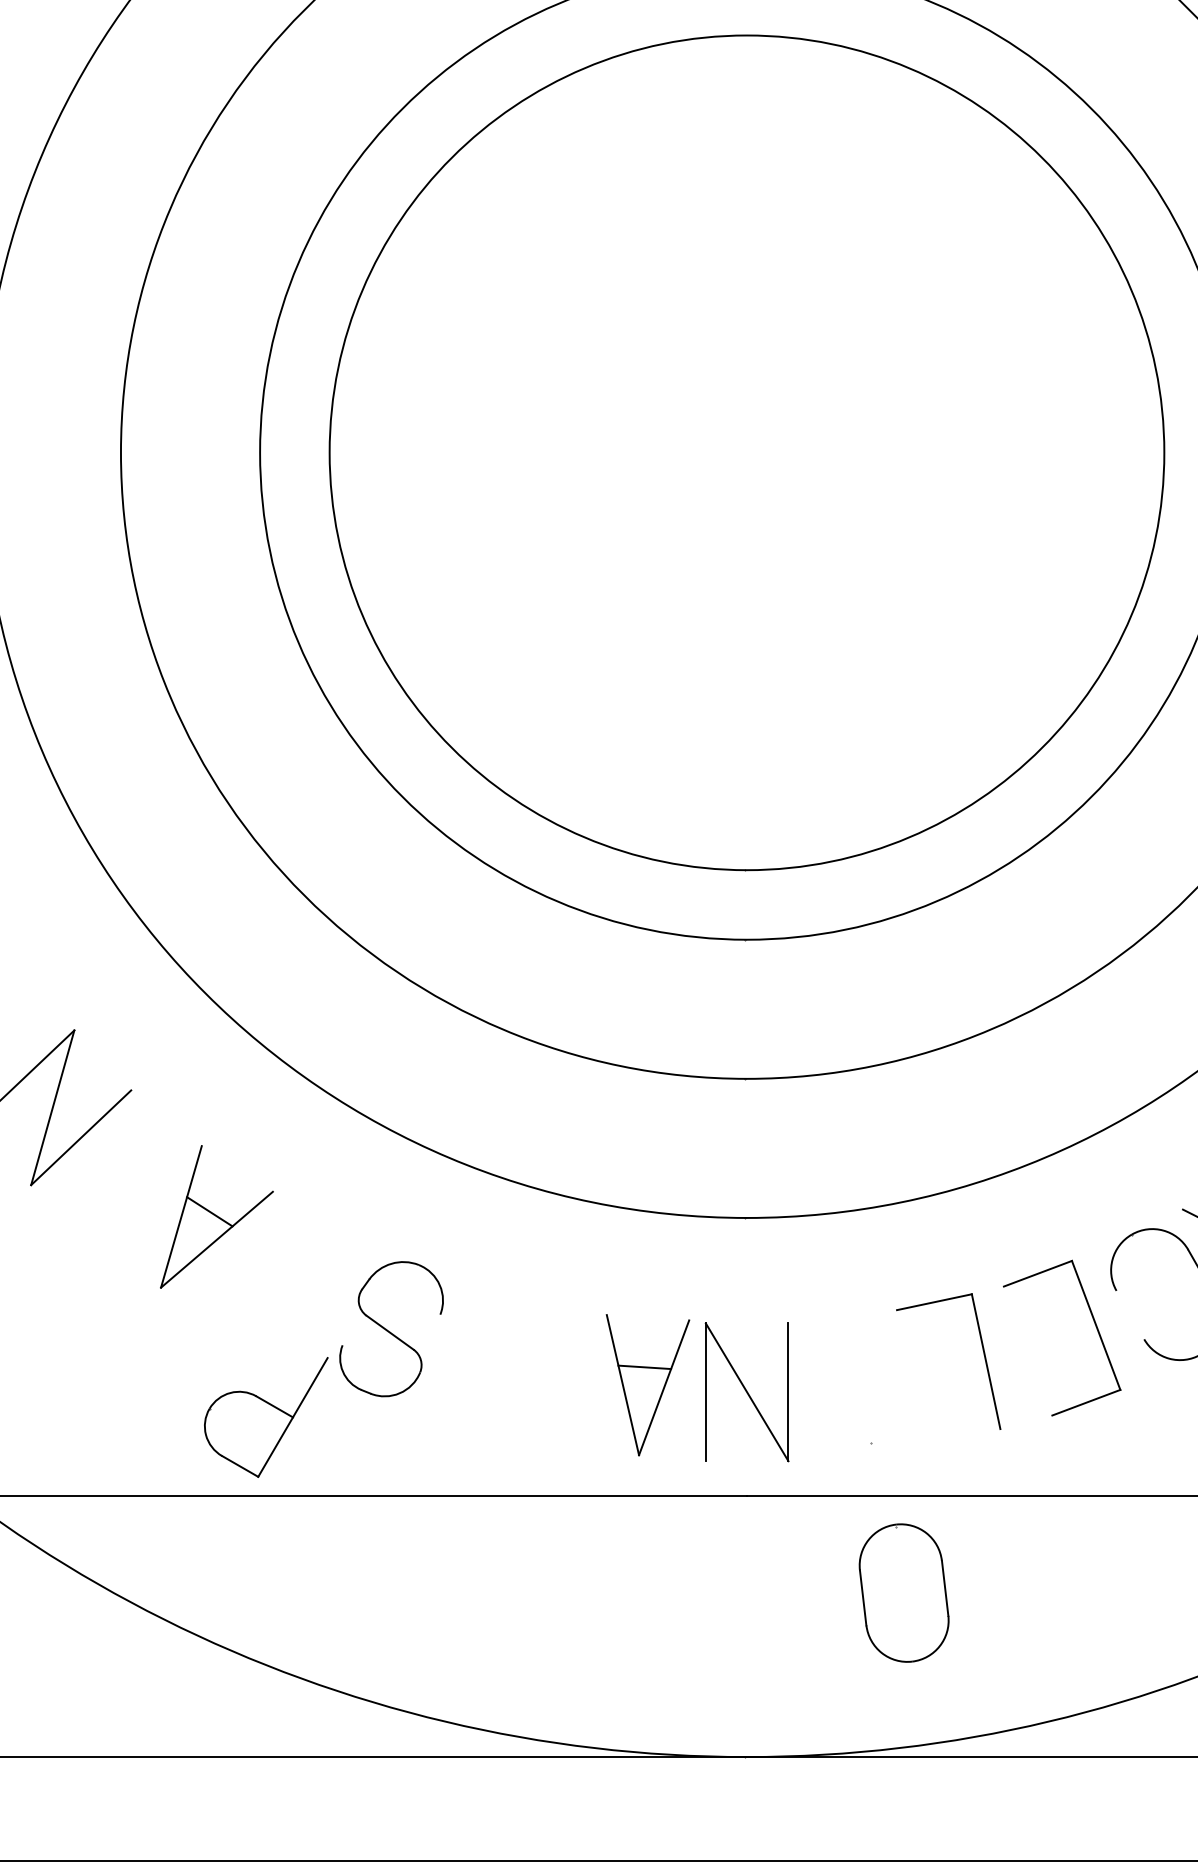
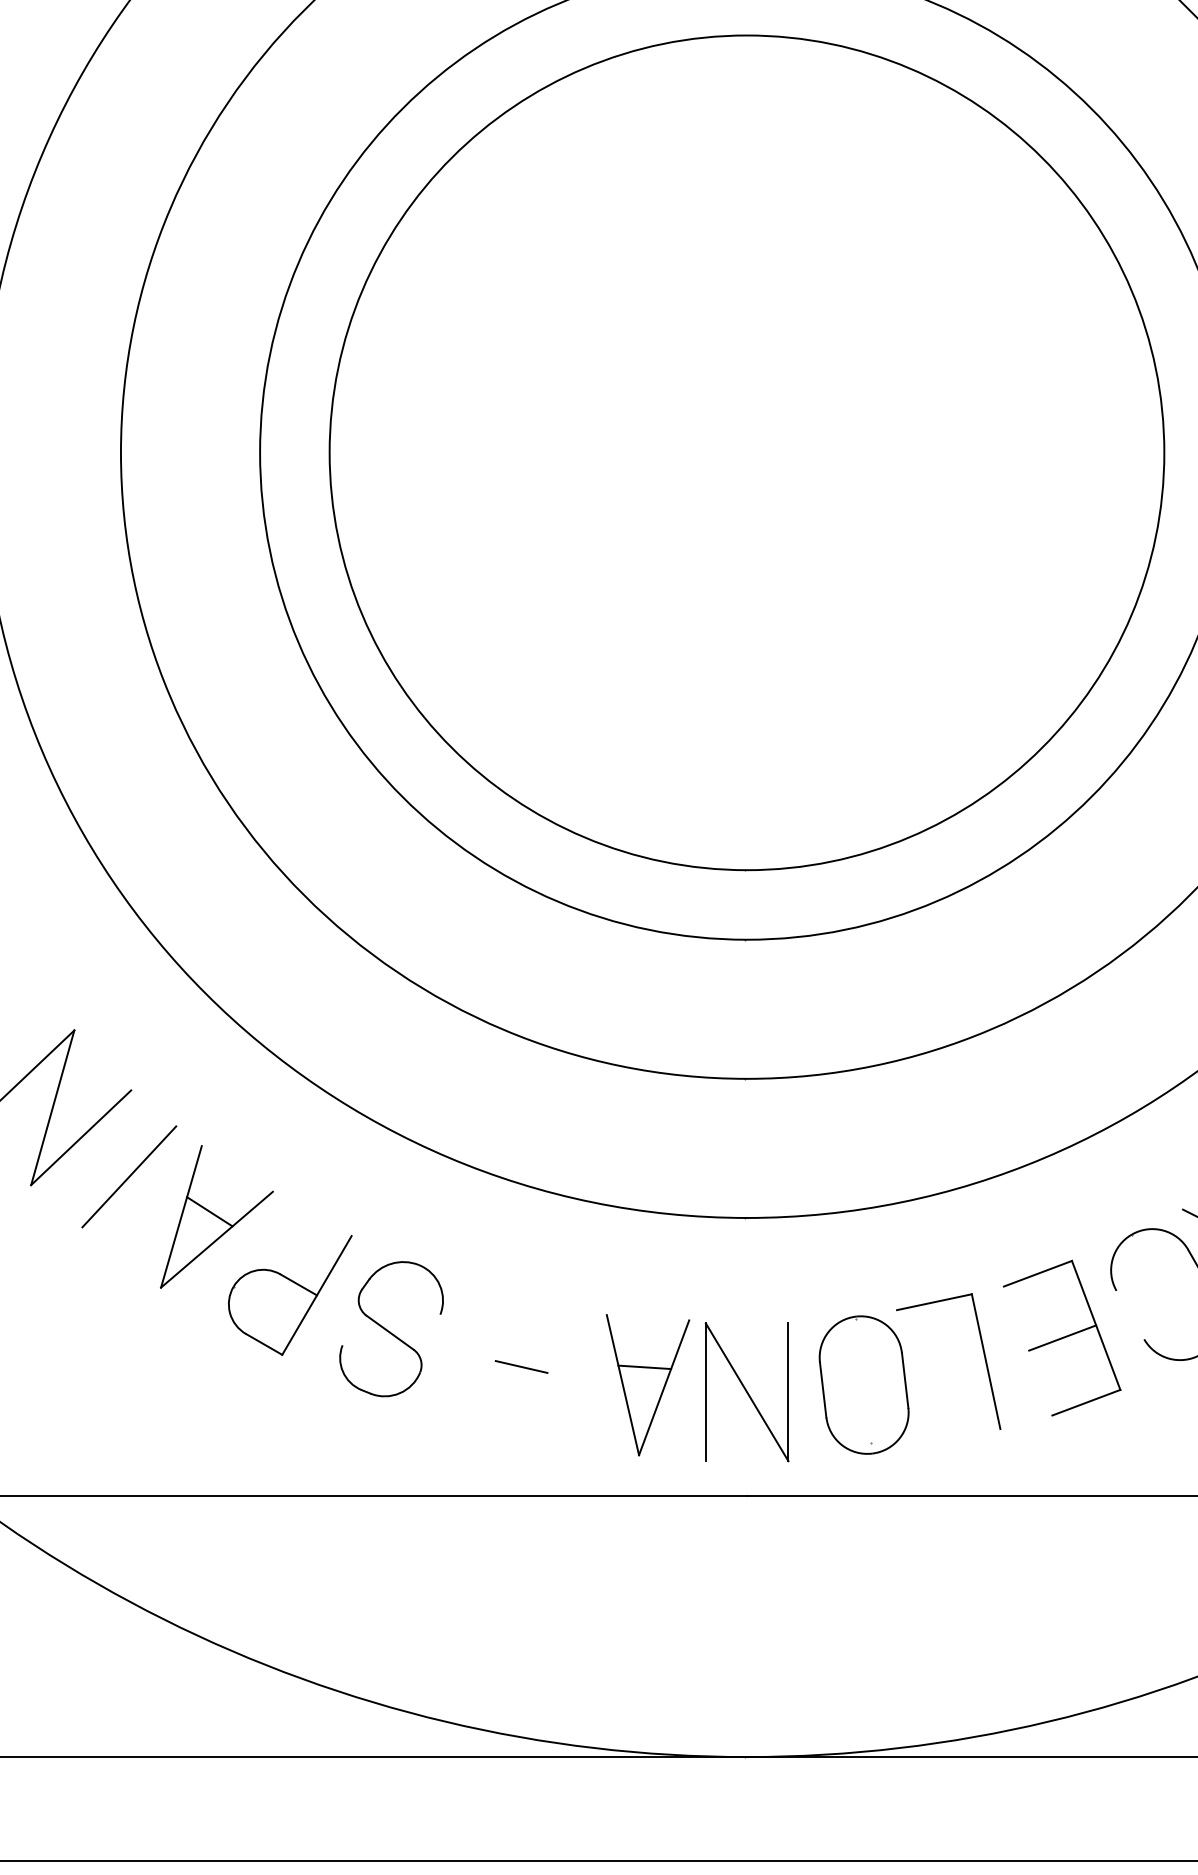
line at (129, 1176): none -> present
line at (1062, 1337): none -> present
line at (521, 1366): none -> present
part at (266, 1417) position: (266, 1417) -> (290, 1295)
part at (903, 1592) position: (903, 1592) -> (863, 1384)
